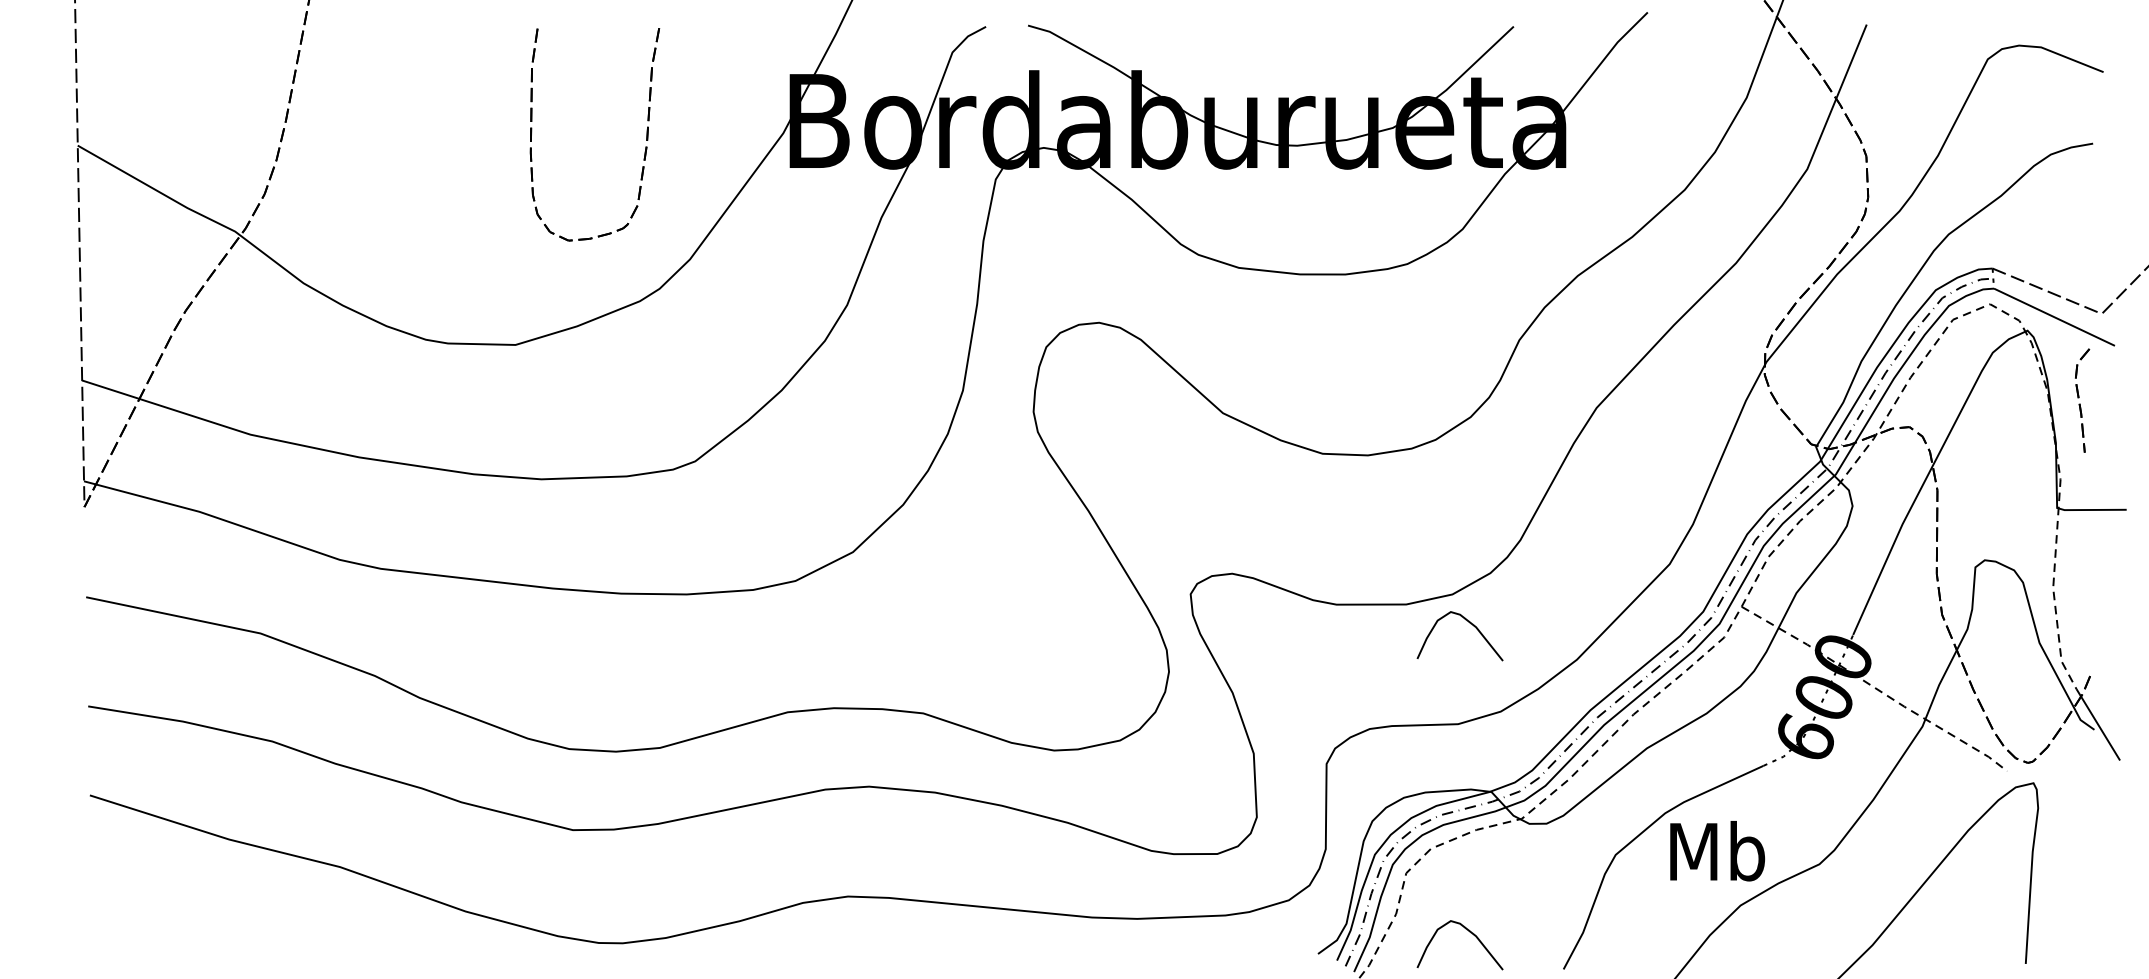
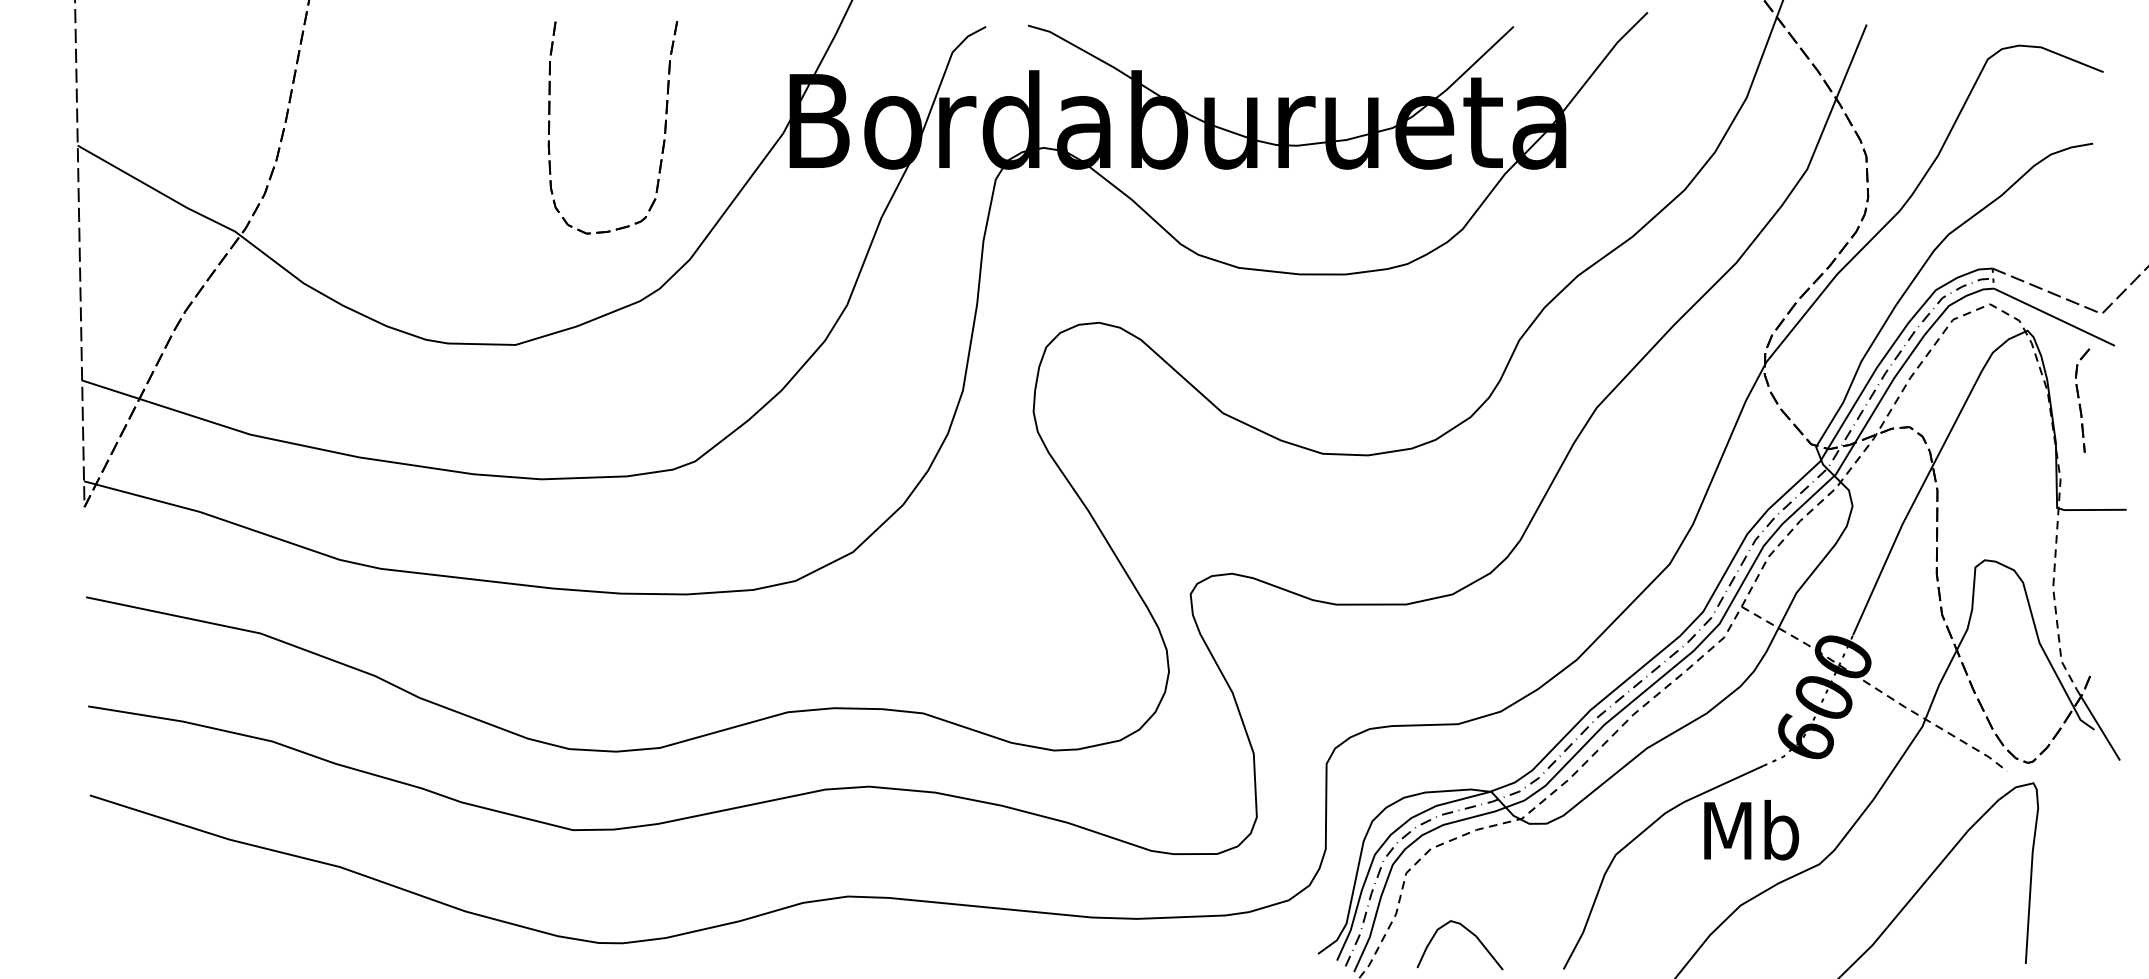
part at (646, 134) position: (646, 134) -> (664, 127)
curve at (1470, 624): present -> none
text at (1717, 851) position: (1717, 851) -> (1751, 830)
